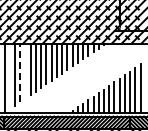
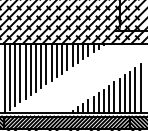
line at (25, 70): none -> present
line at (20, 72): dashed -> solid
line at (9, 76): none -> present
